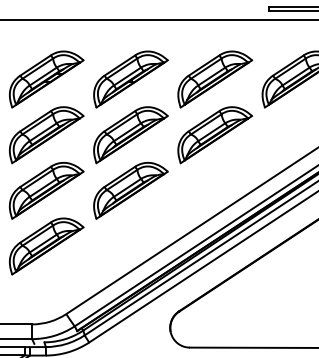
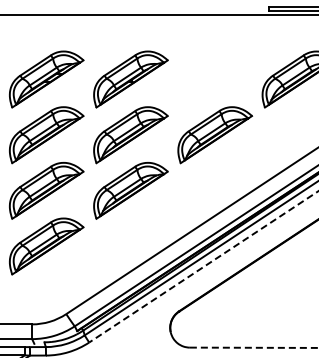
line at (158, 20) position: (158, 20) -> (158, 15)
part at (215, 79): present -> none
line at (203, 267): solid -> dashed
line at (254, 347): solid -> dashed
